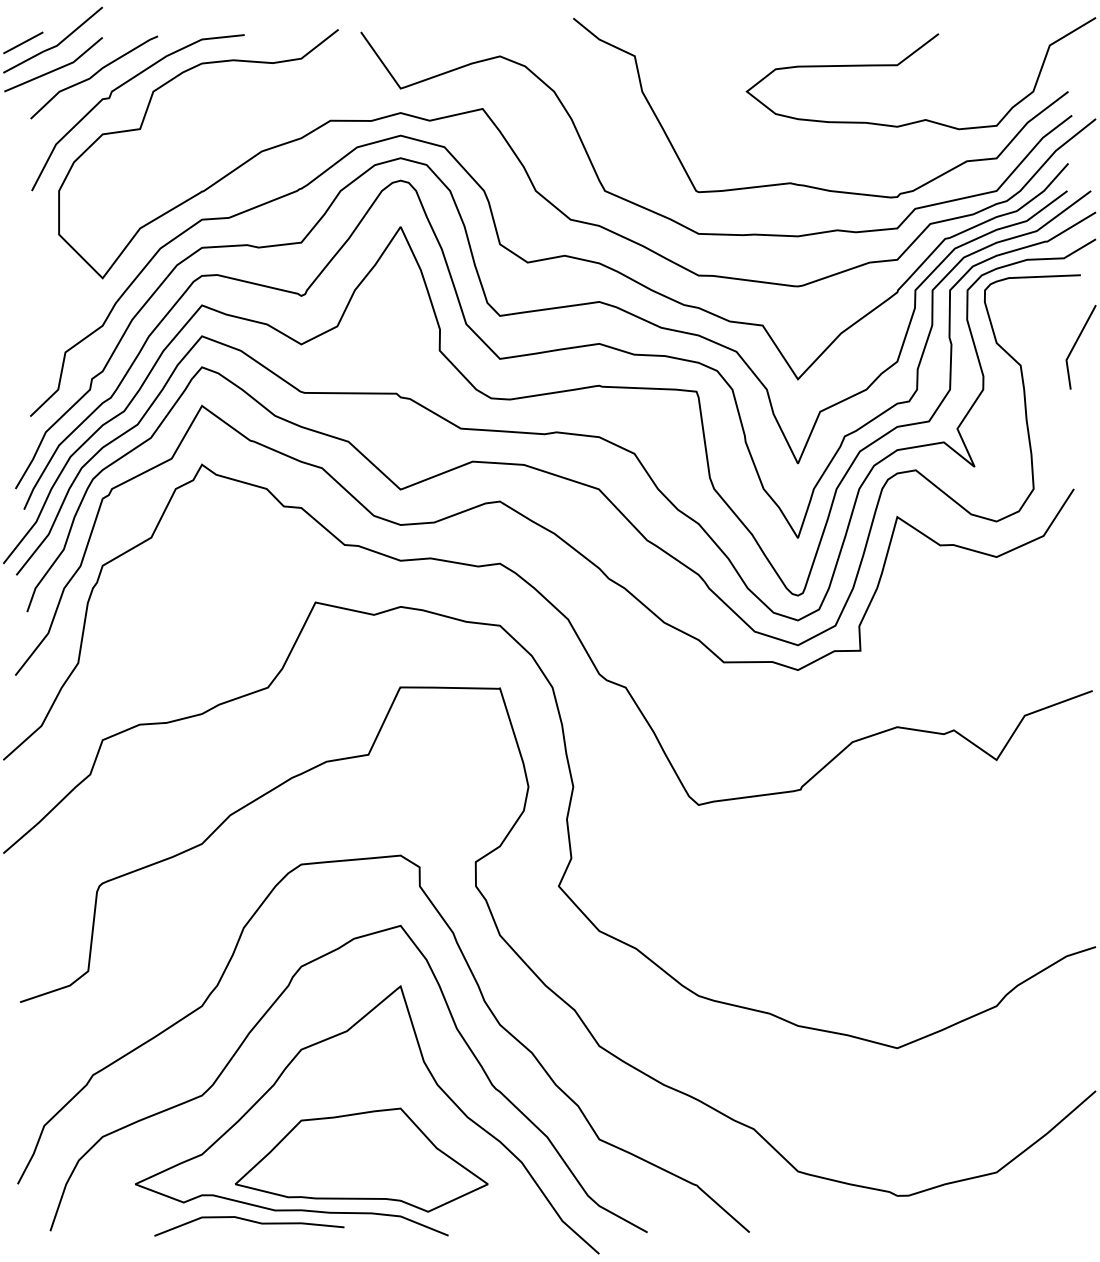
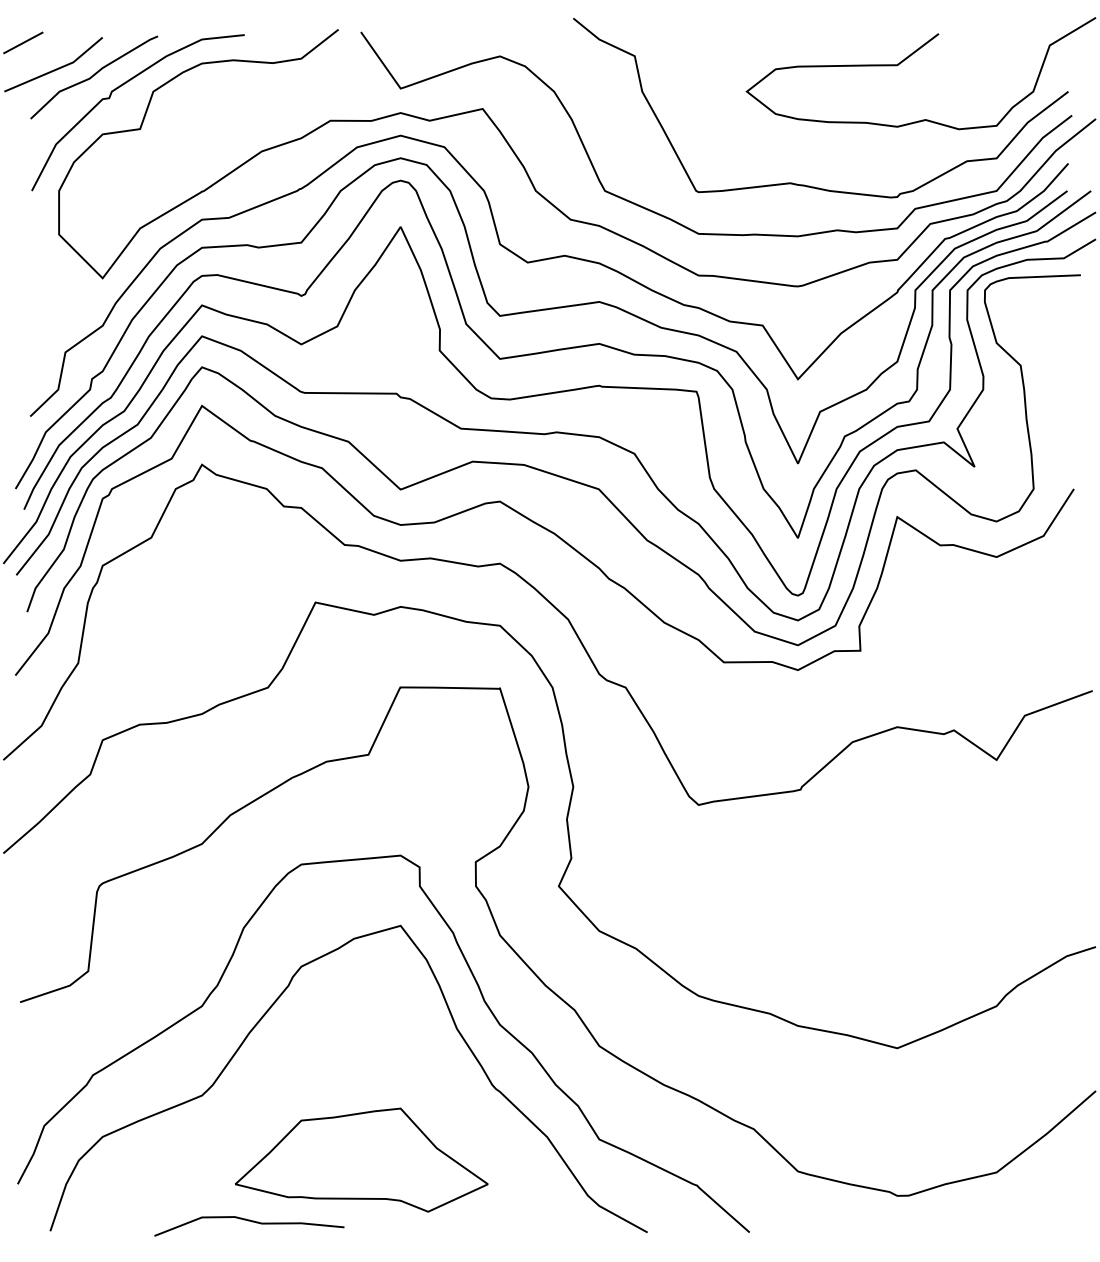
line at (54, 45): present -> none
line at (1075, 345): present -> none
curve at (433, 1080): present -> none
